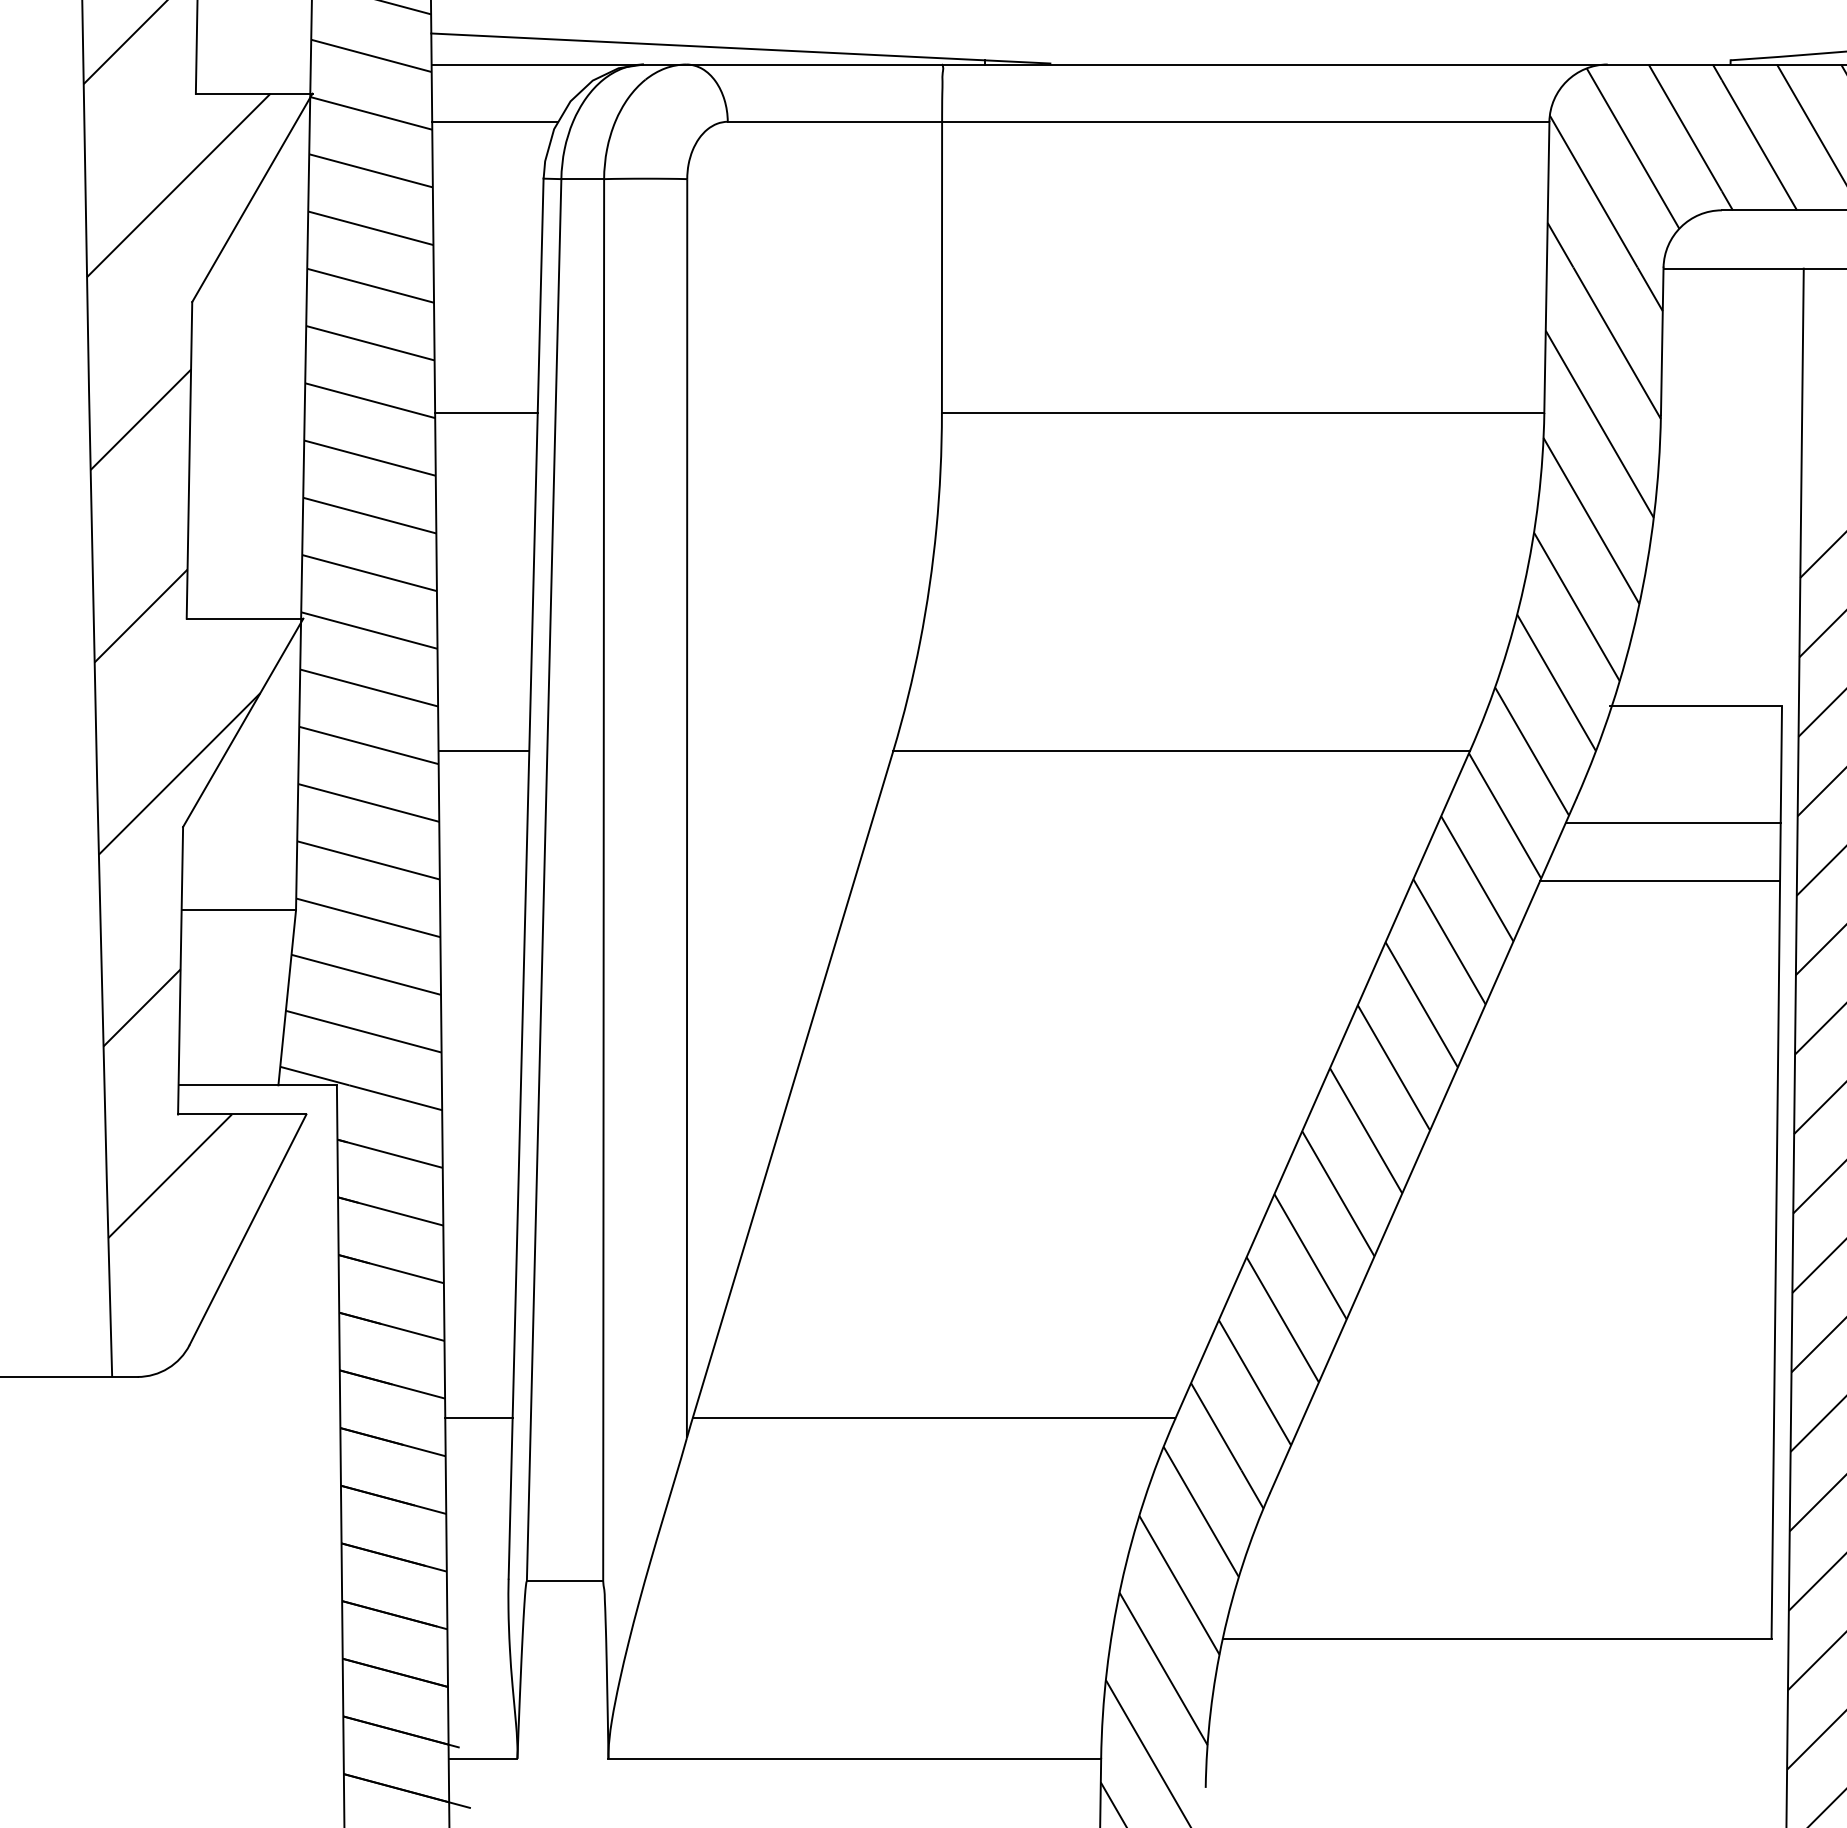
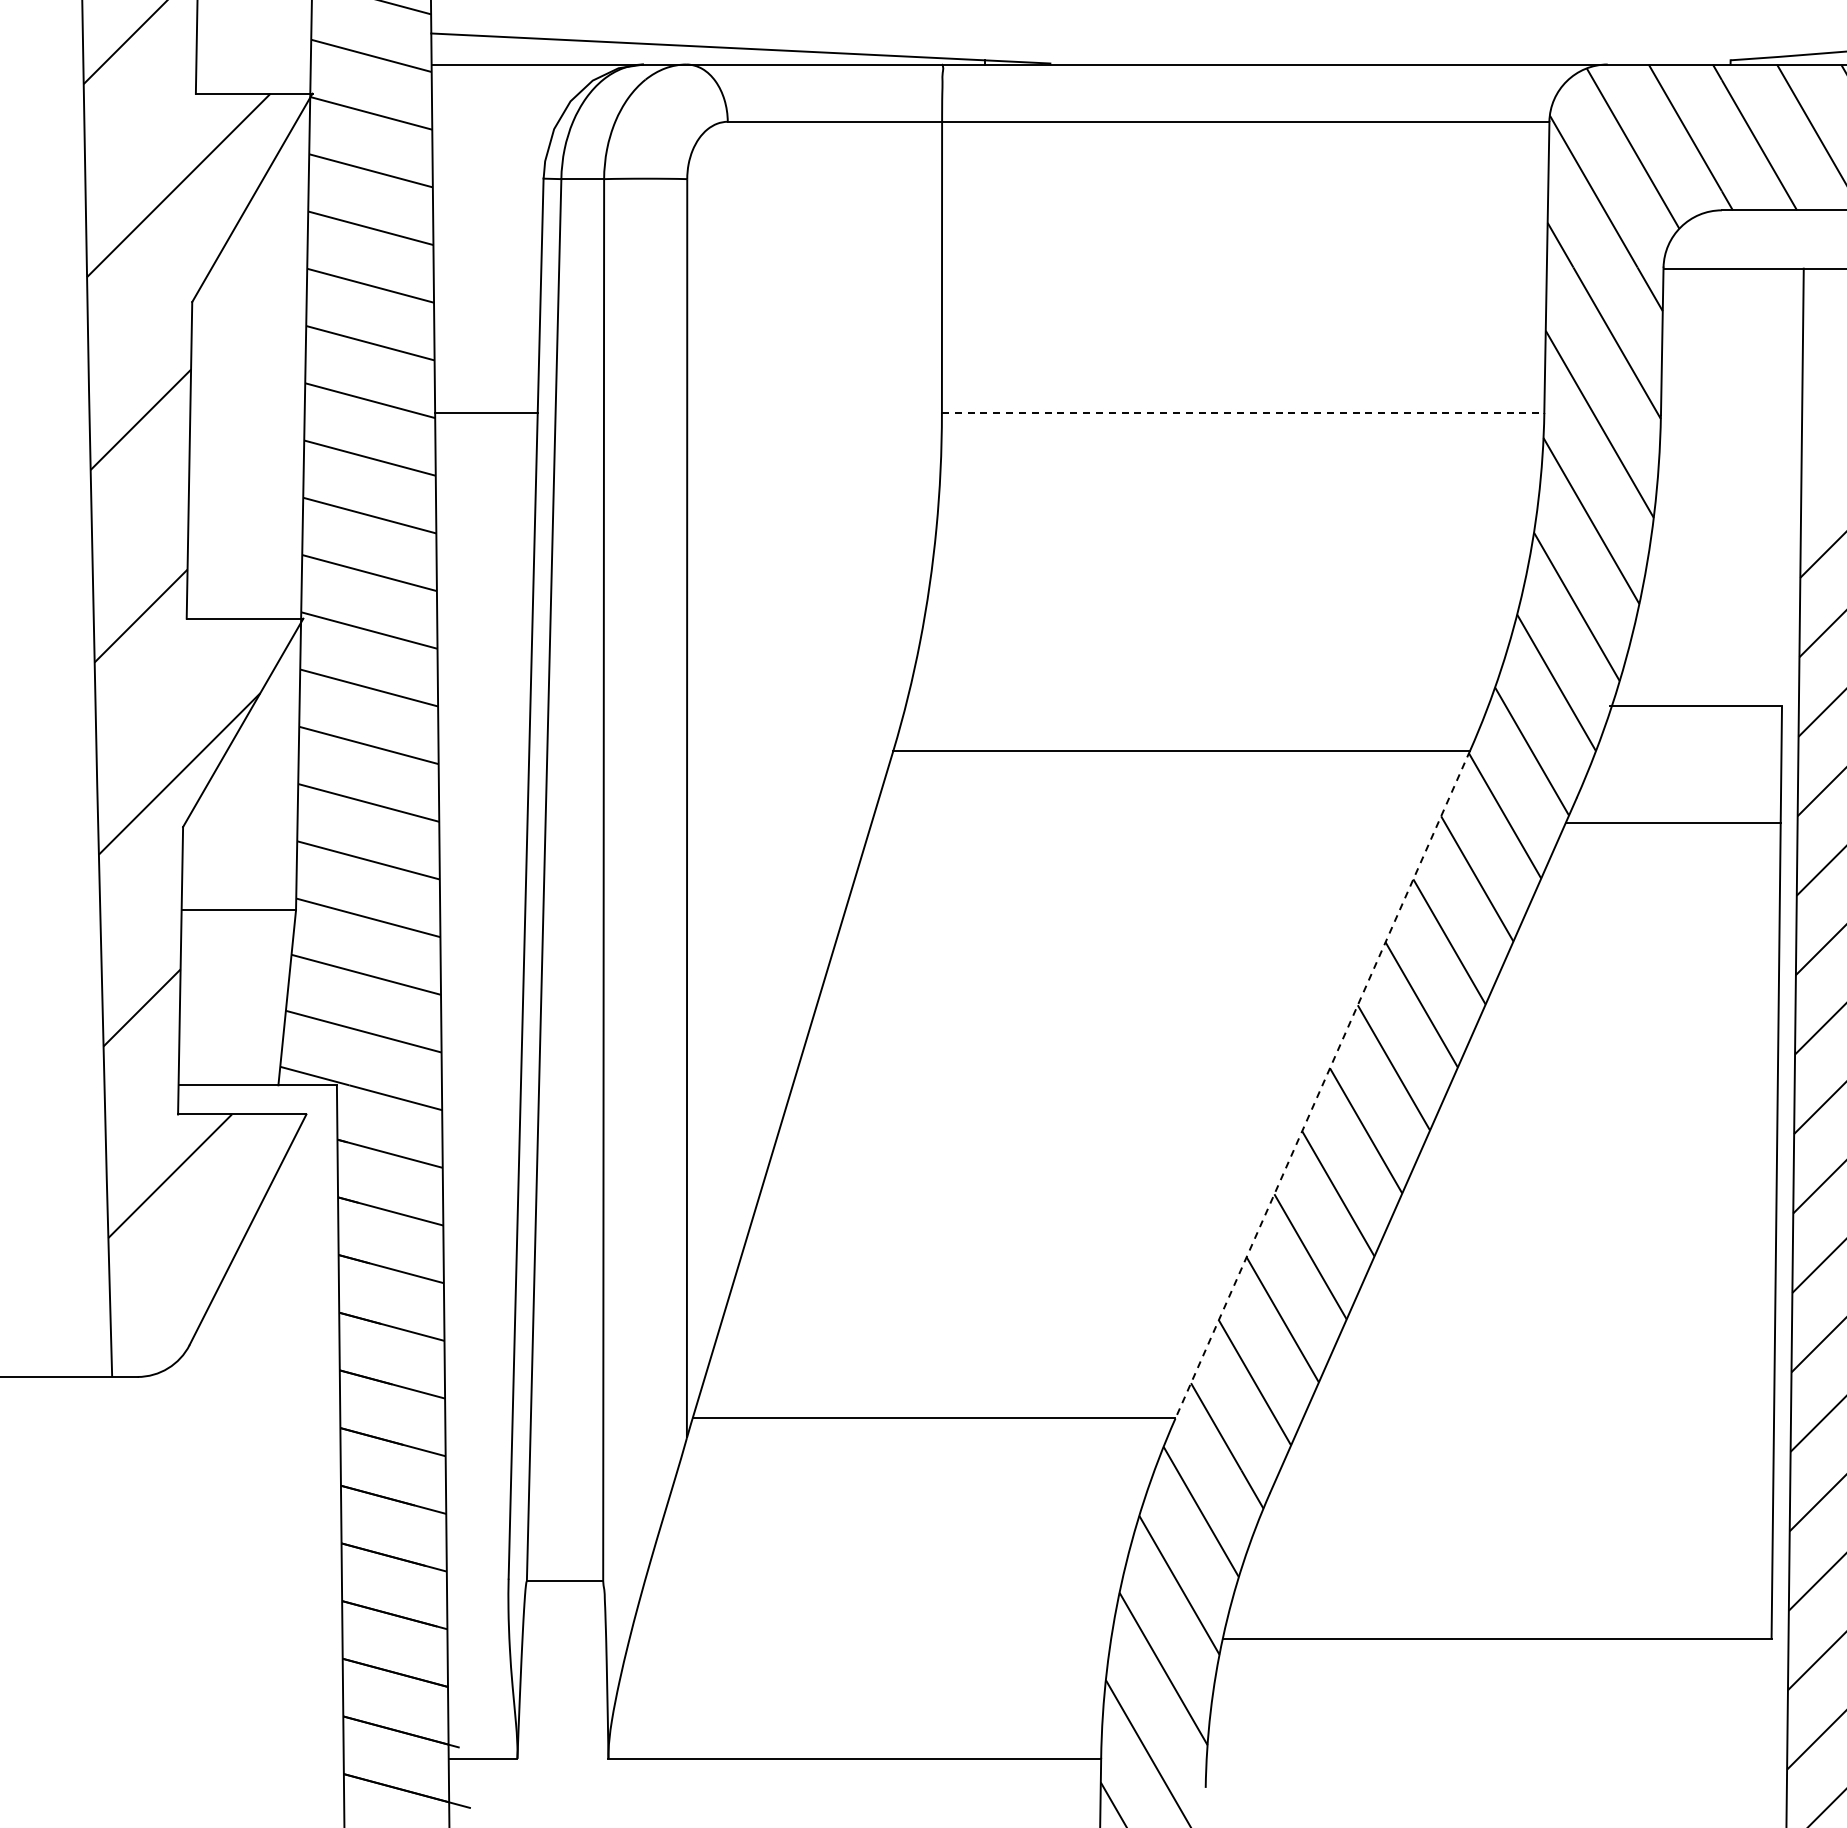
line at (495, 121): present -> none
line at (1243, 413): solid -> dashed
line at (483, 750): present -> none
line at (1660, 881): present -> none
line at (1322, 1084): solid -> dashed
line at (478, 1418): present -> none
